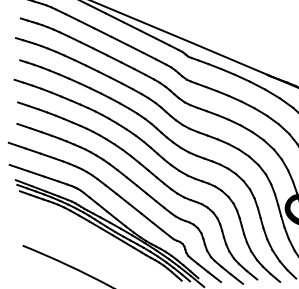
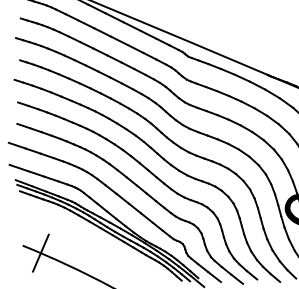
line at (40, 252): none -> present
